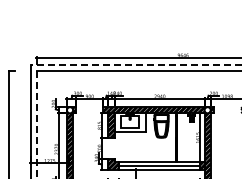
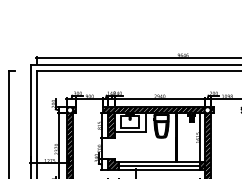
line at (135, 65): dashed -> solid
line at (36, 125): dashed -> solid
